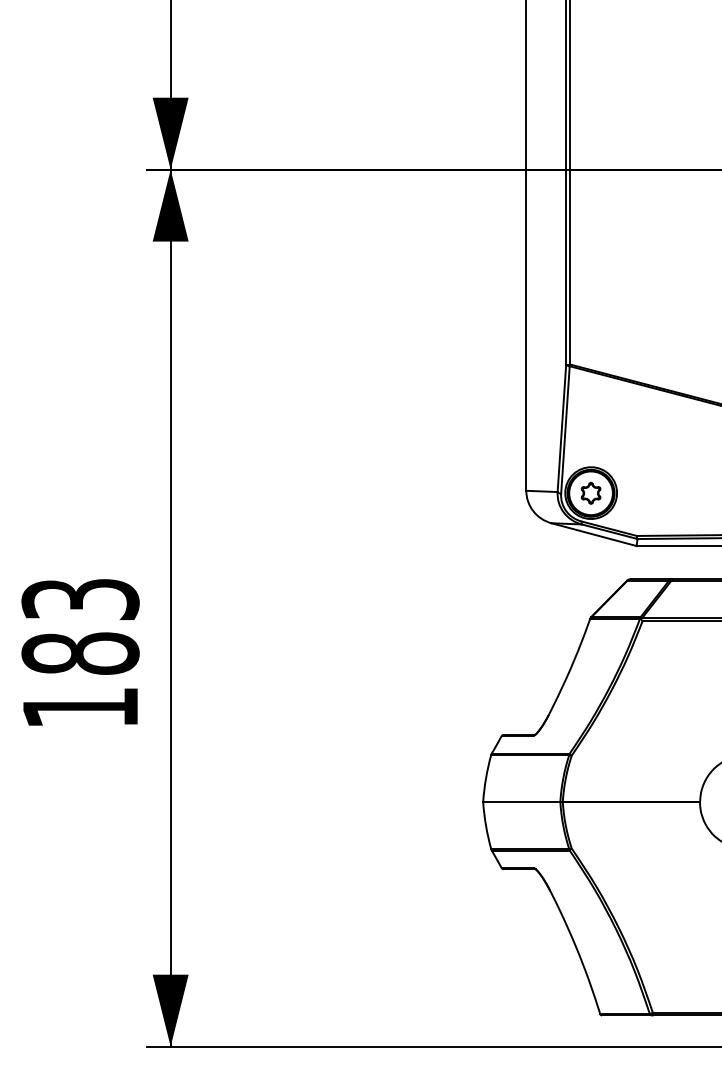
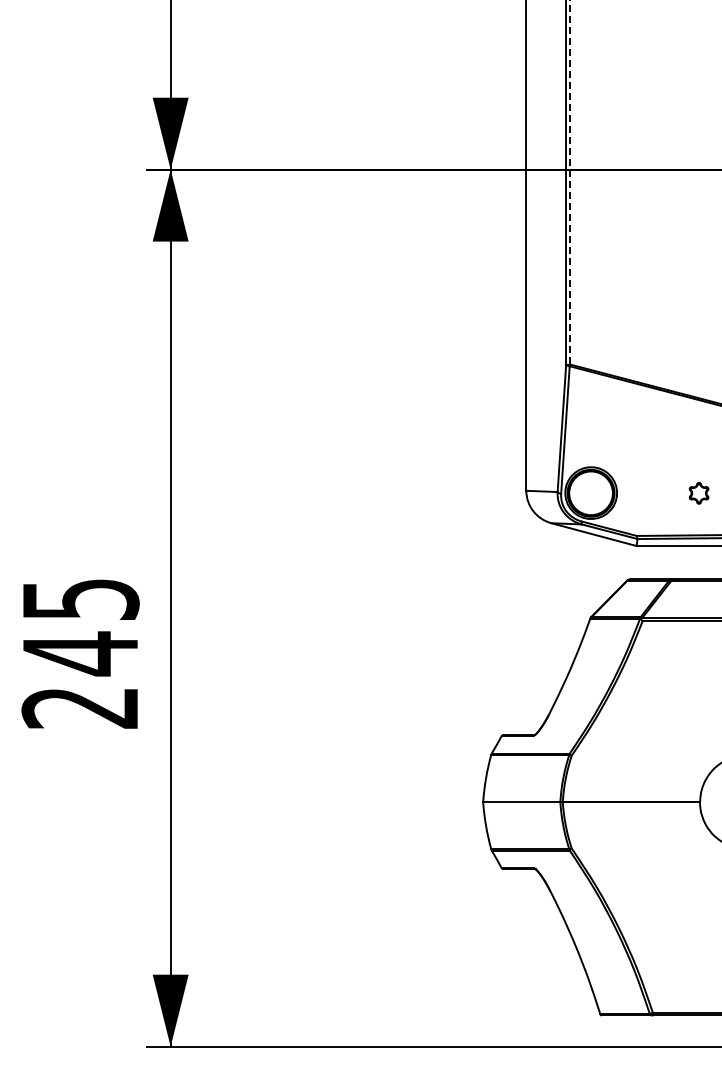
line at (570, 182): solid -> dashed
part at (590, 492) position: (590, 492) -> (698, 492)
text at (80, 653): 183 -> 245
